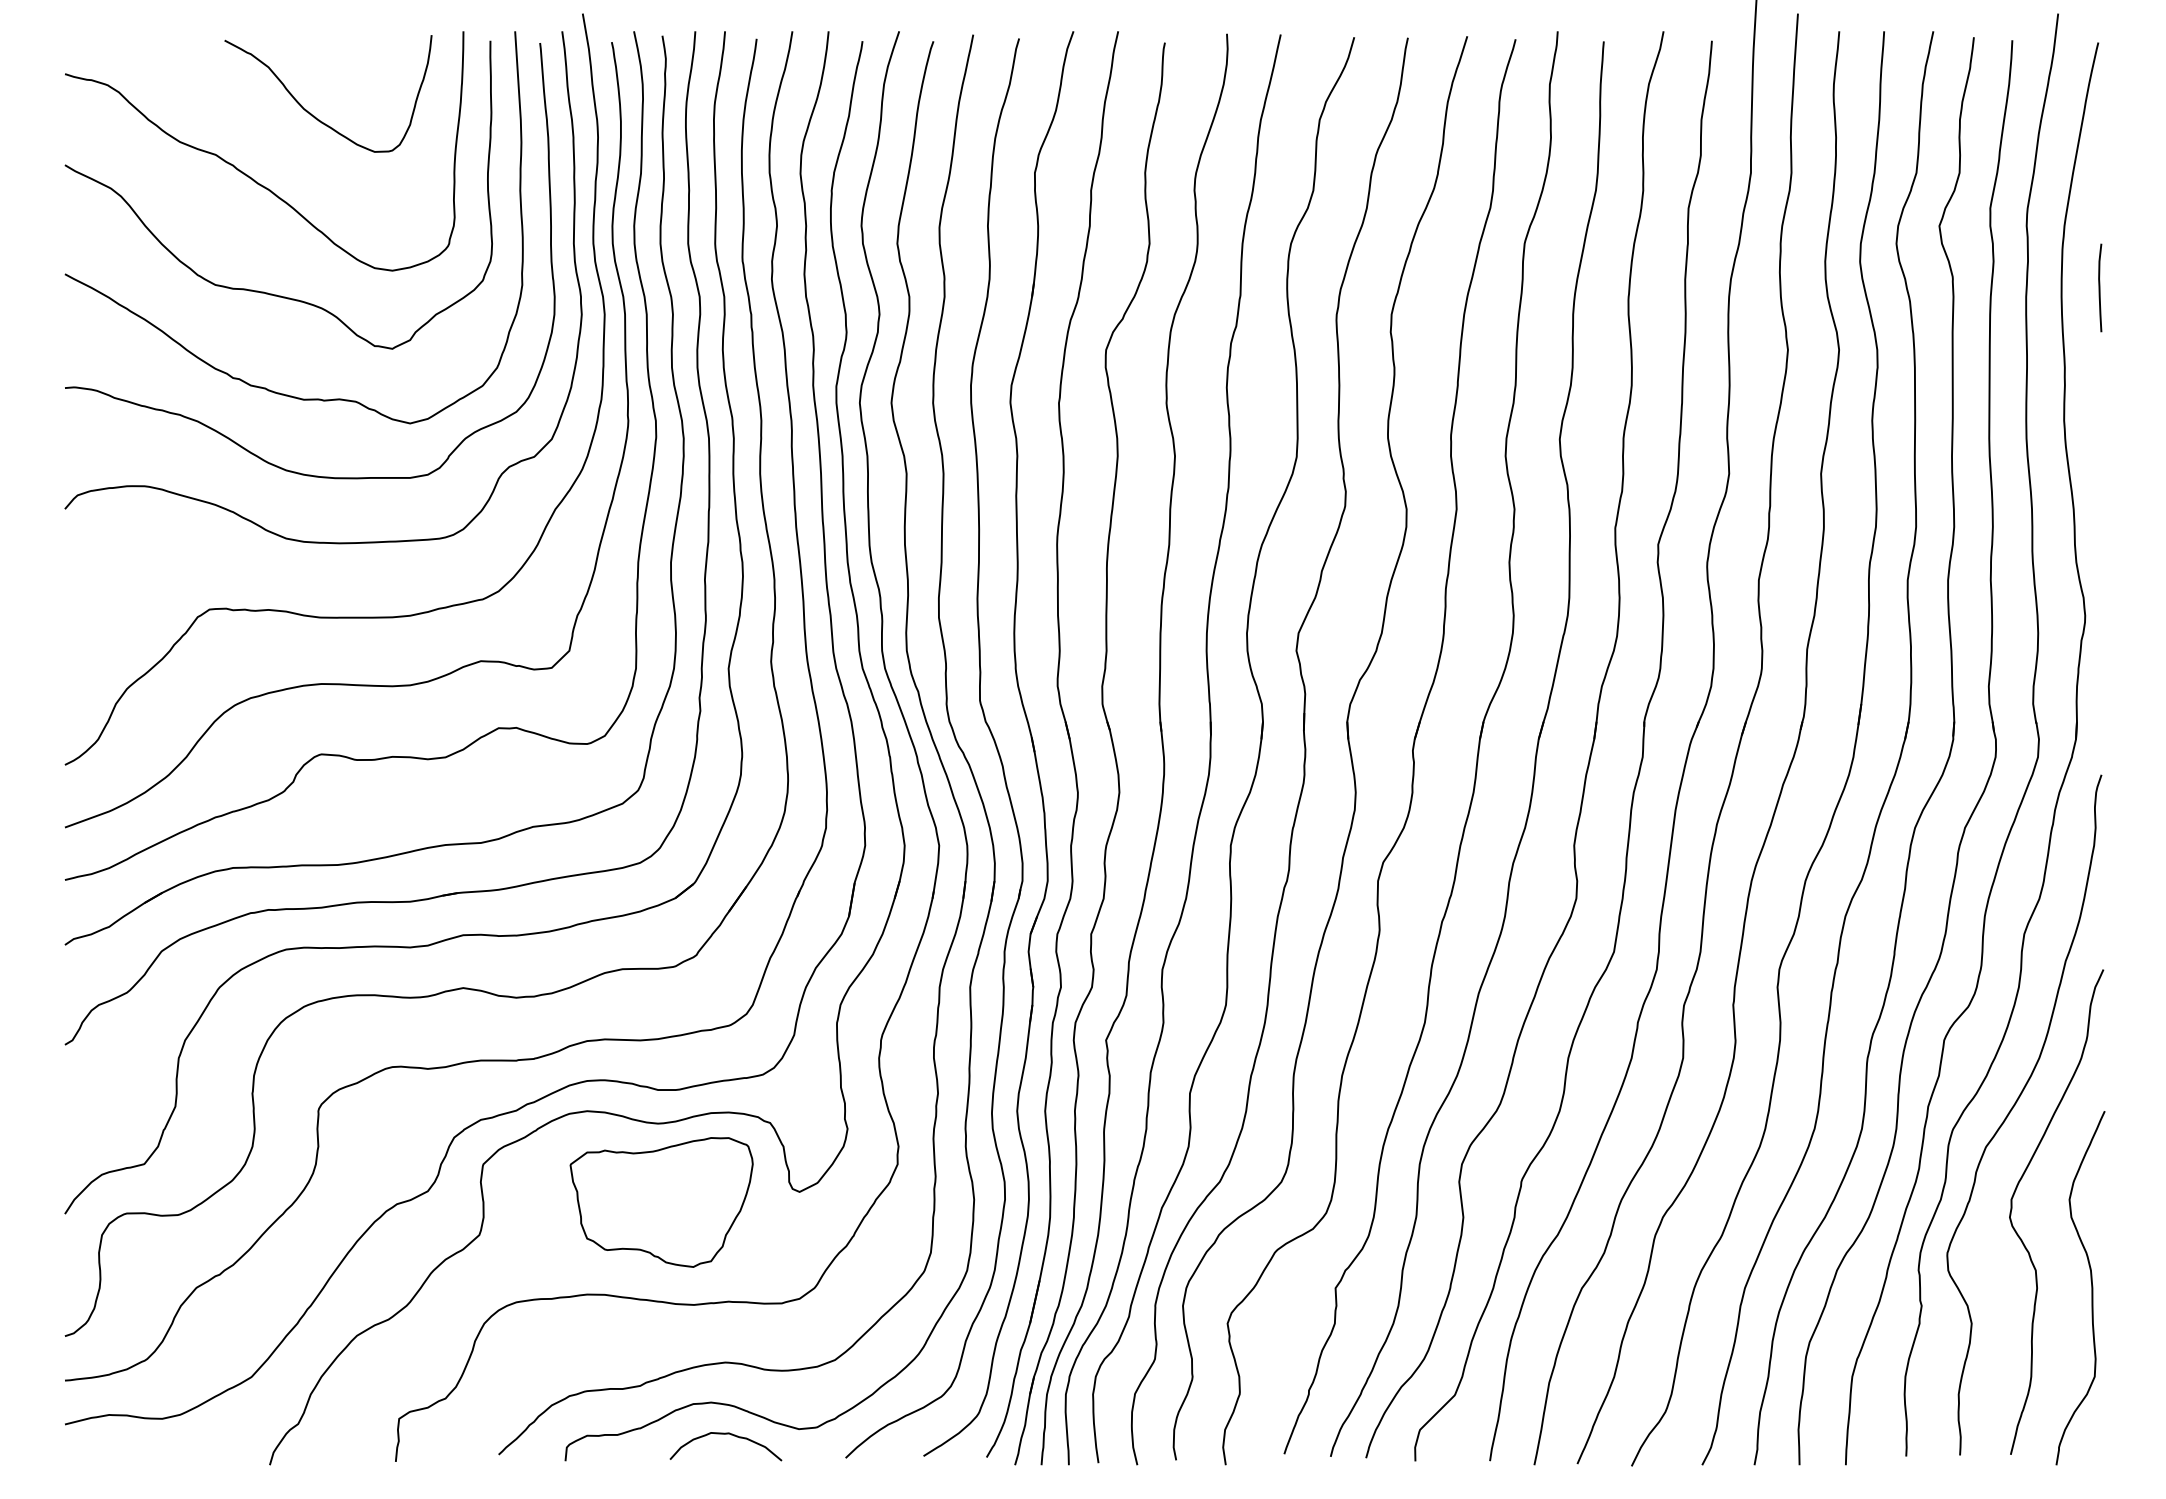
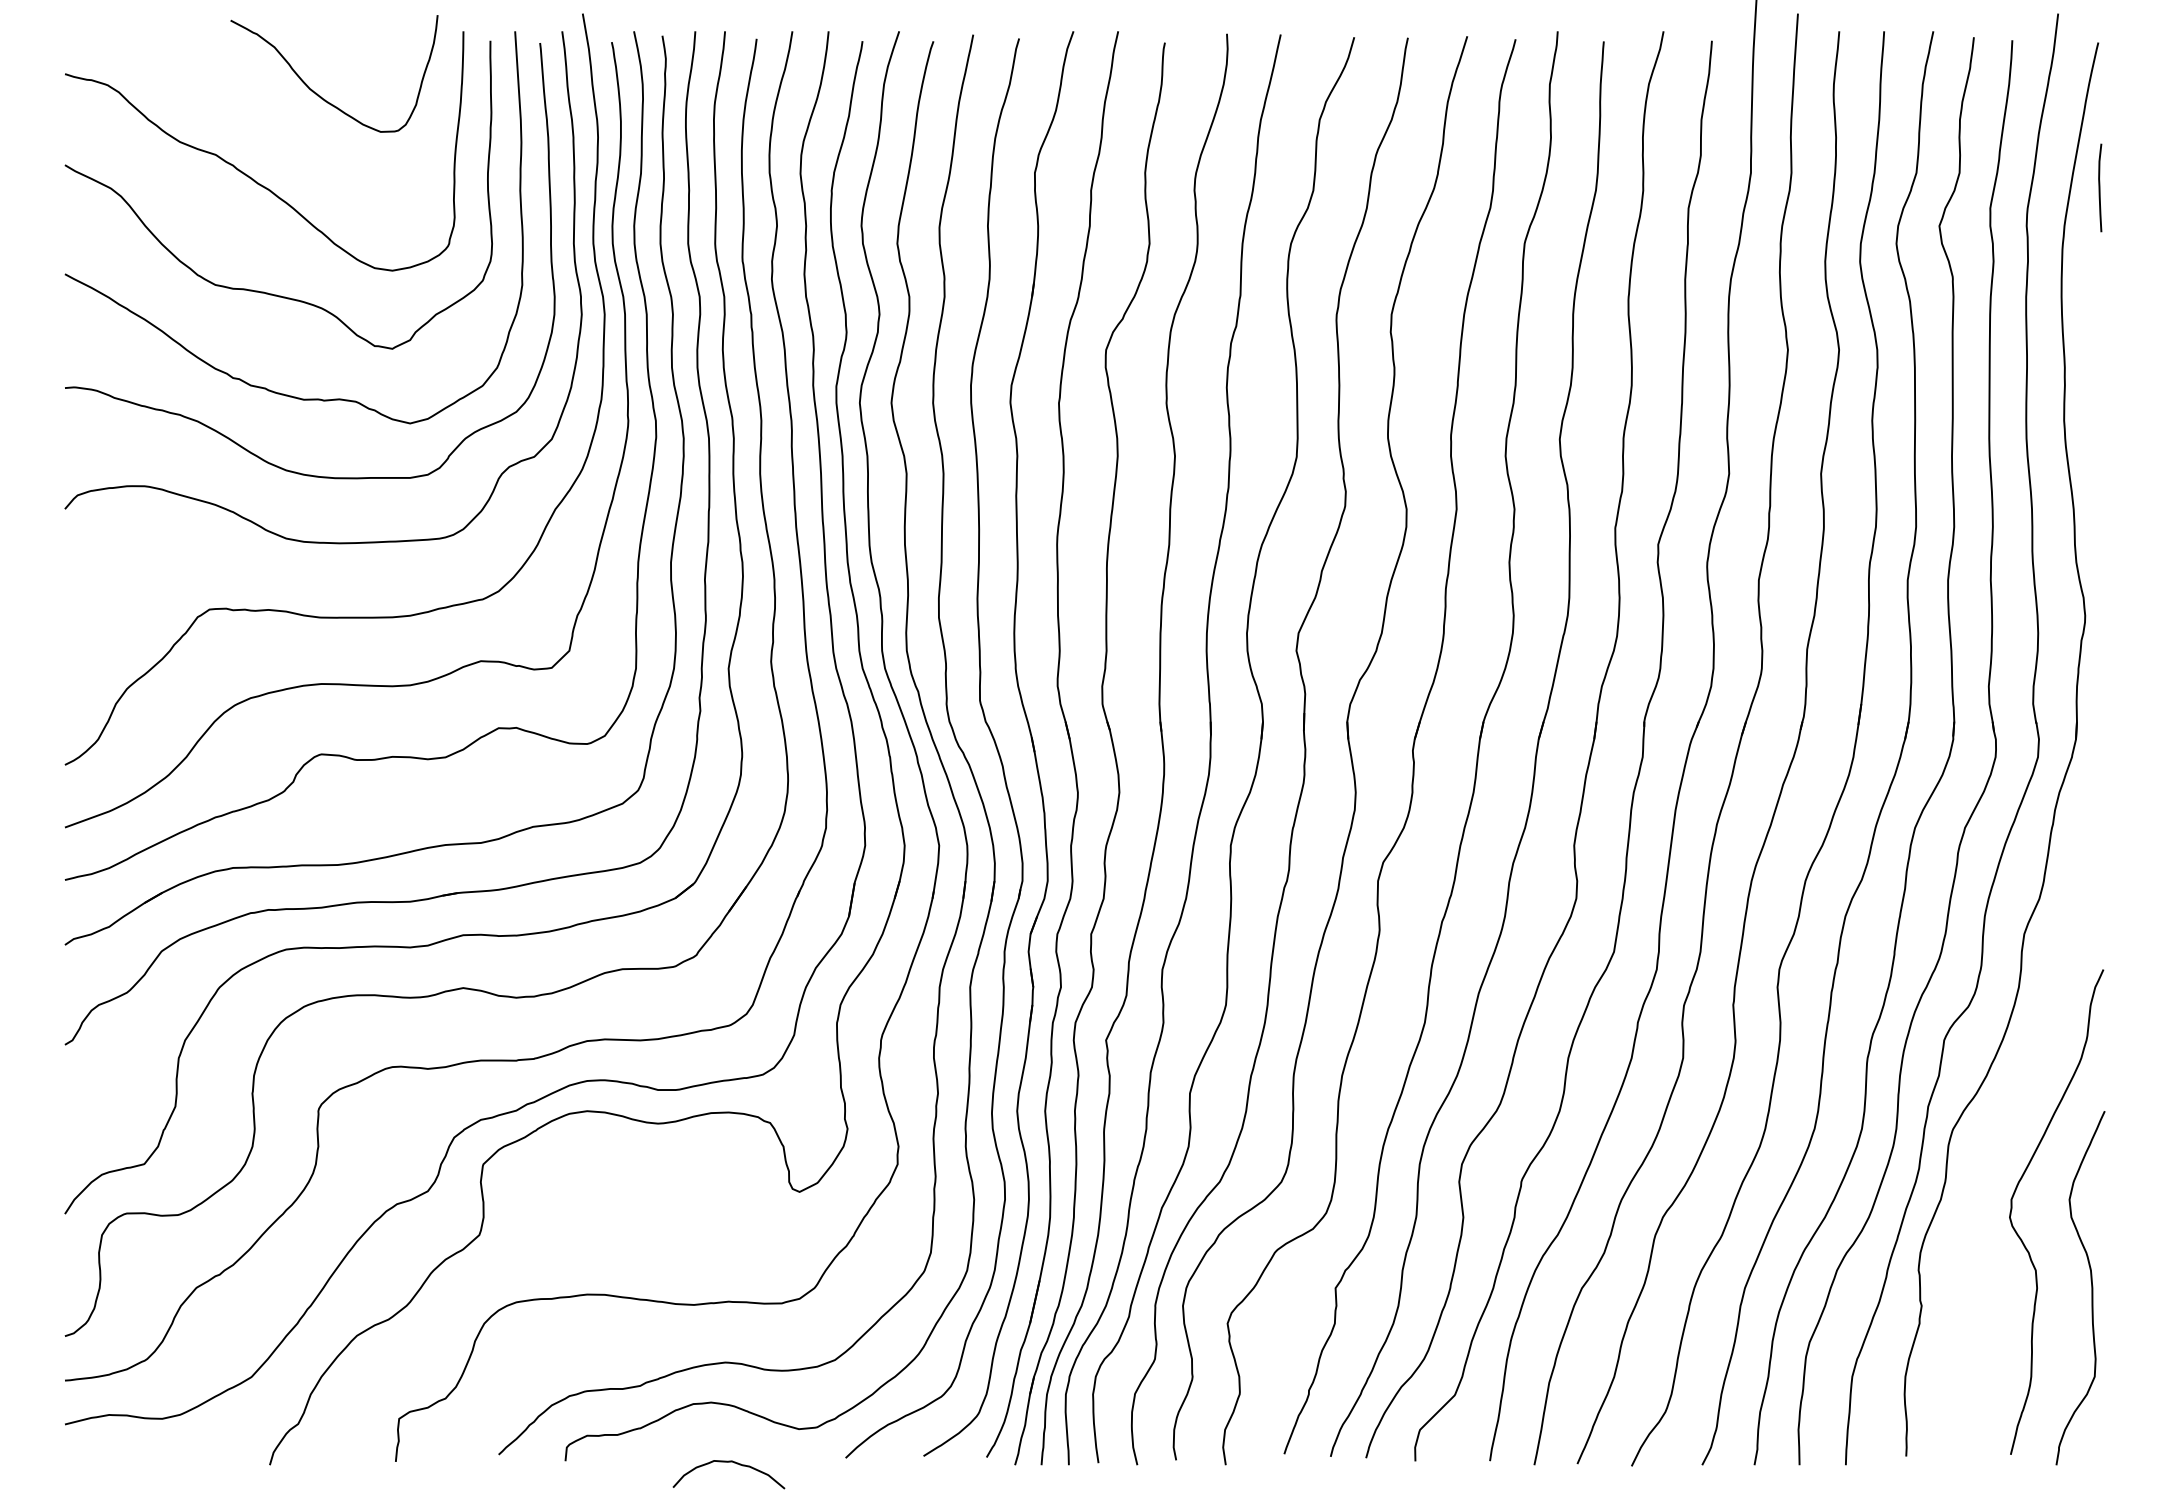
curve at (314, 115) position: (314, 115) -> (320, 95)
curve at (2100, 287) position: (2100, 287) -> (2100, 187)
curve at (2013, 1108): present -> none
part at (661, 1202): present -> none
curve at (725, 1434) position: (725, 1434) -> (728, 1462)
